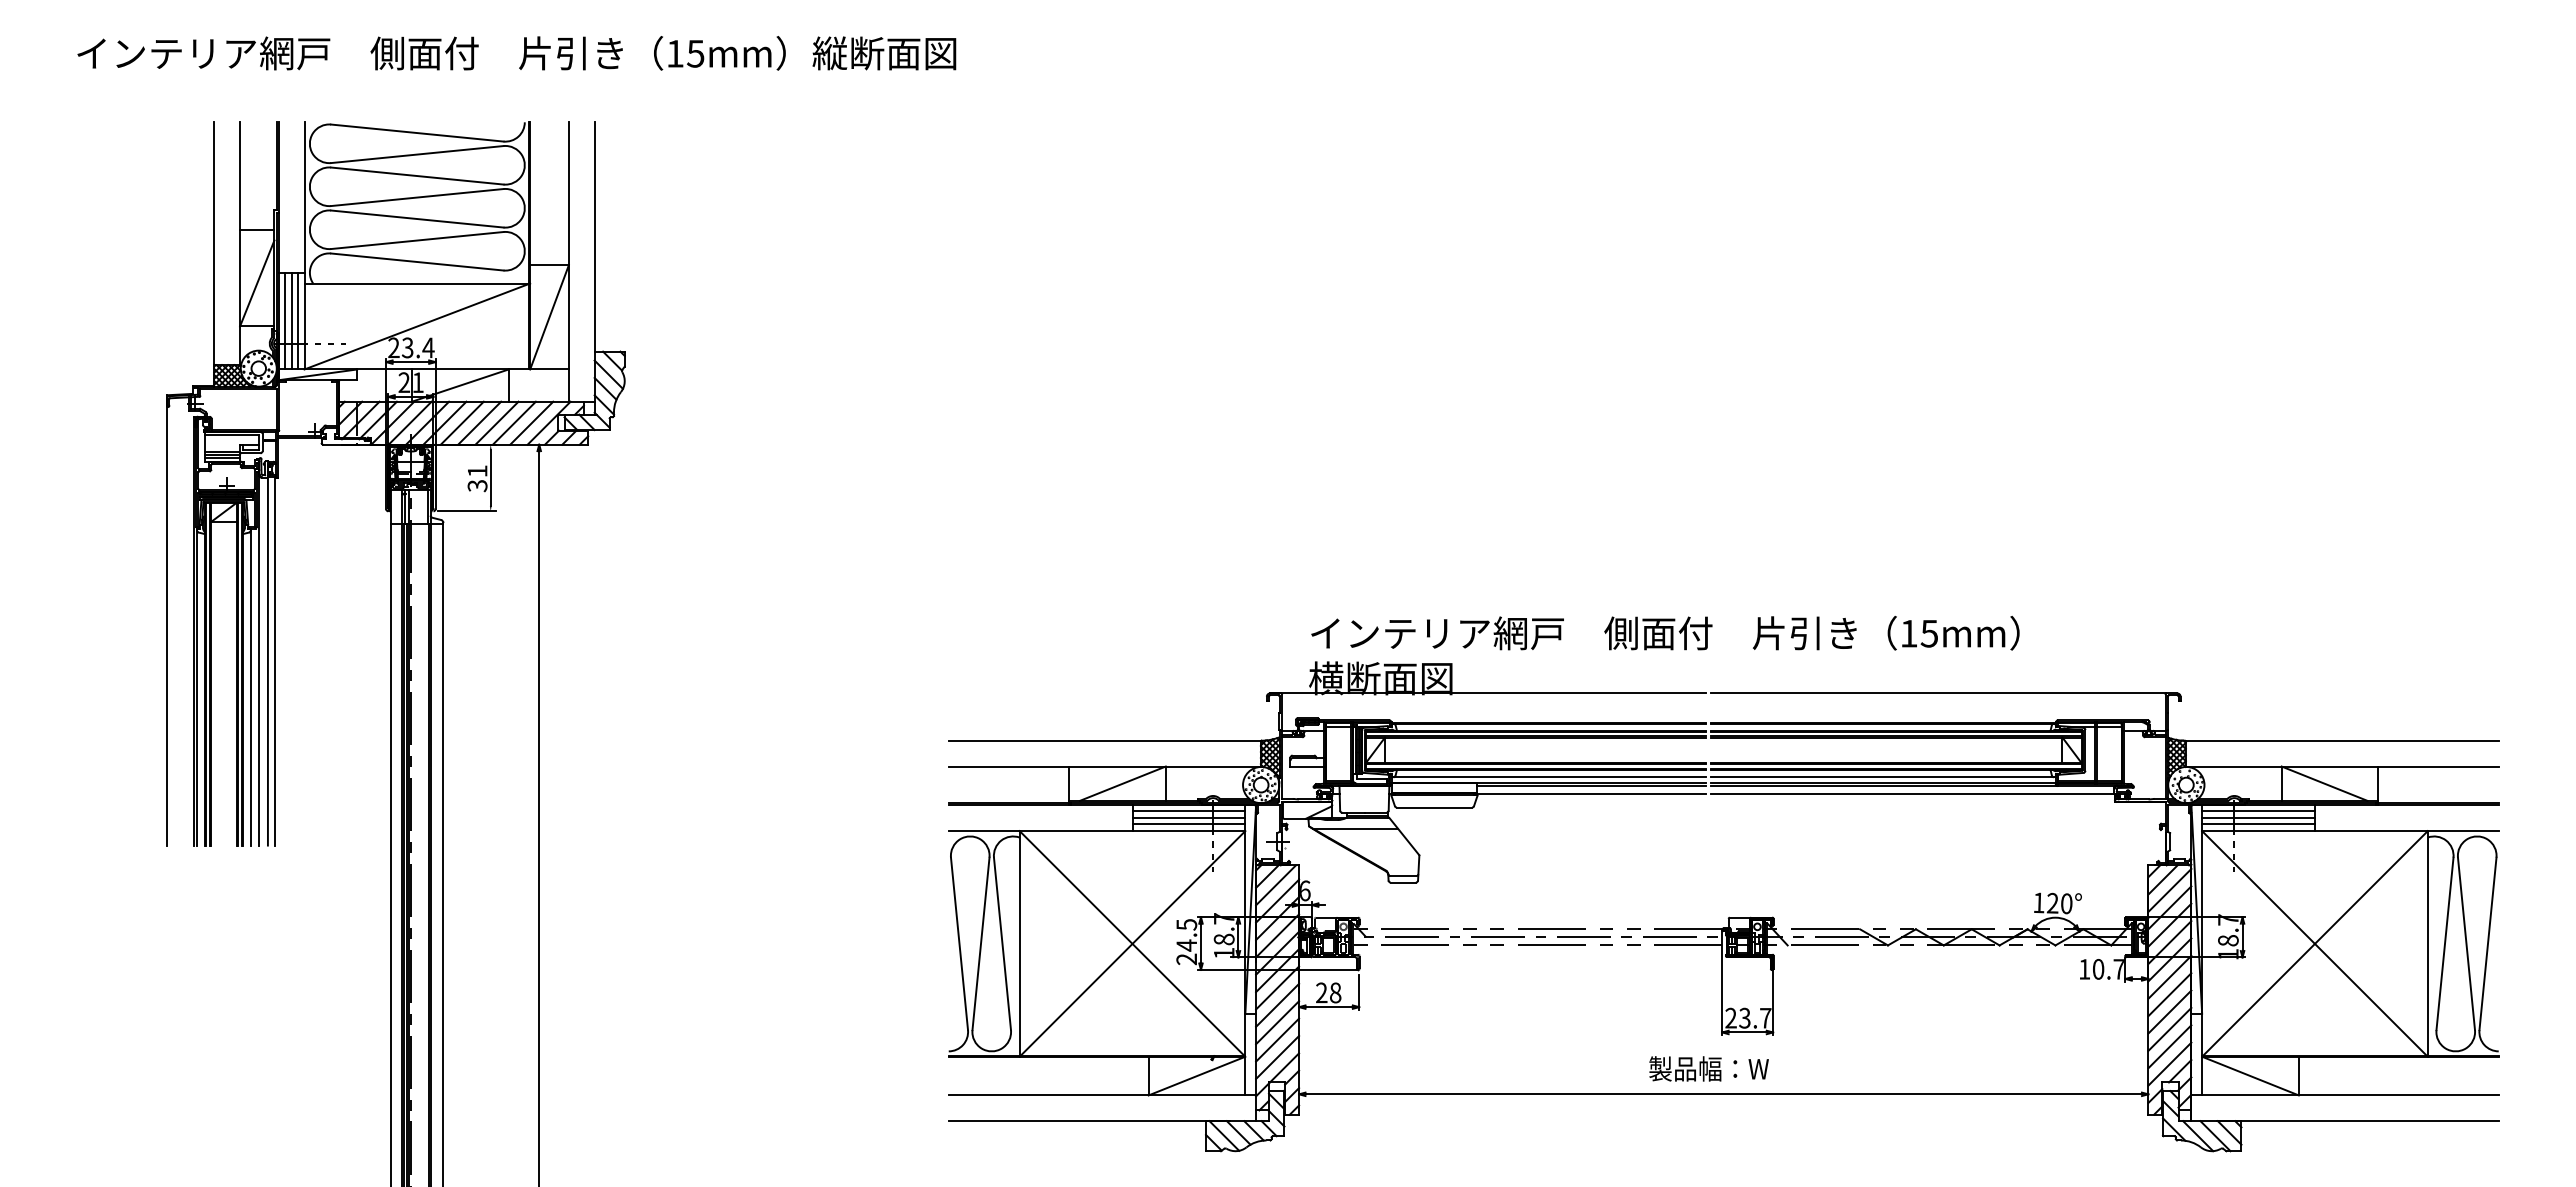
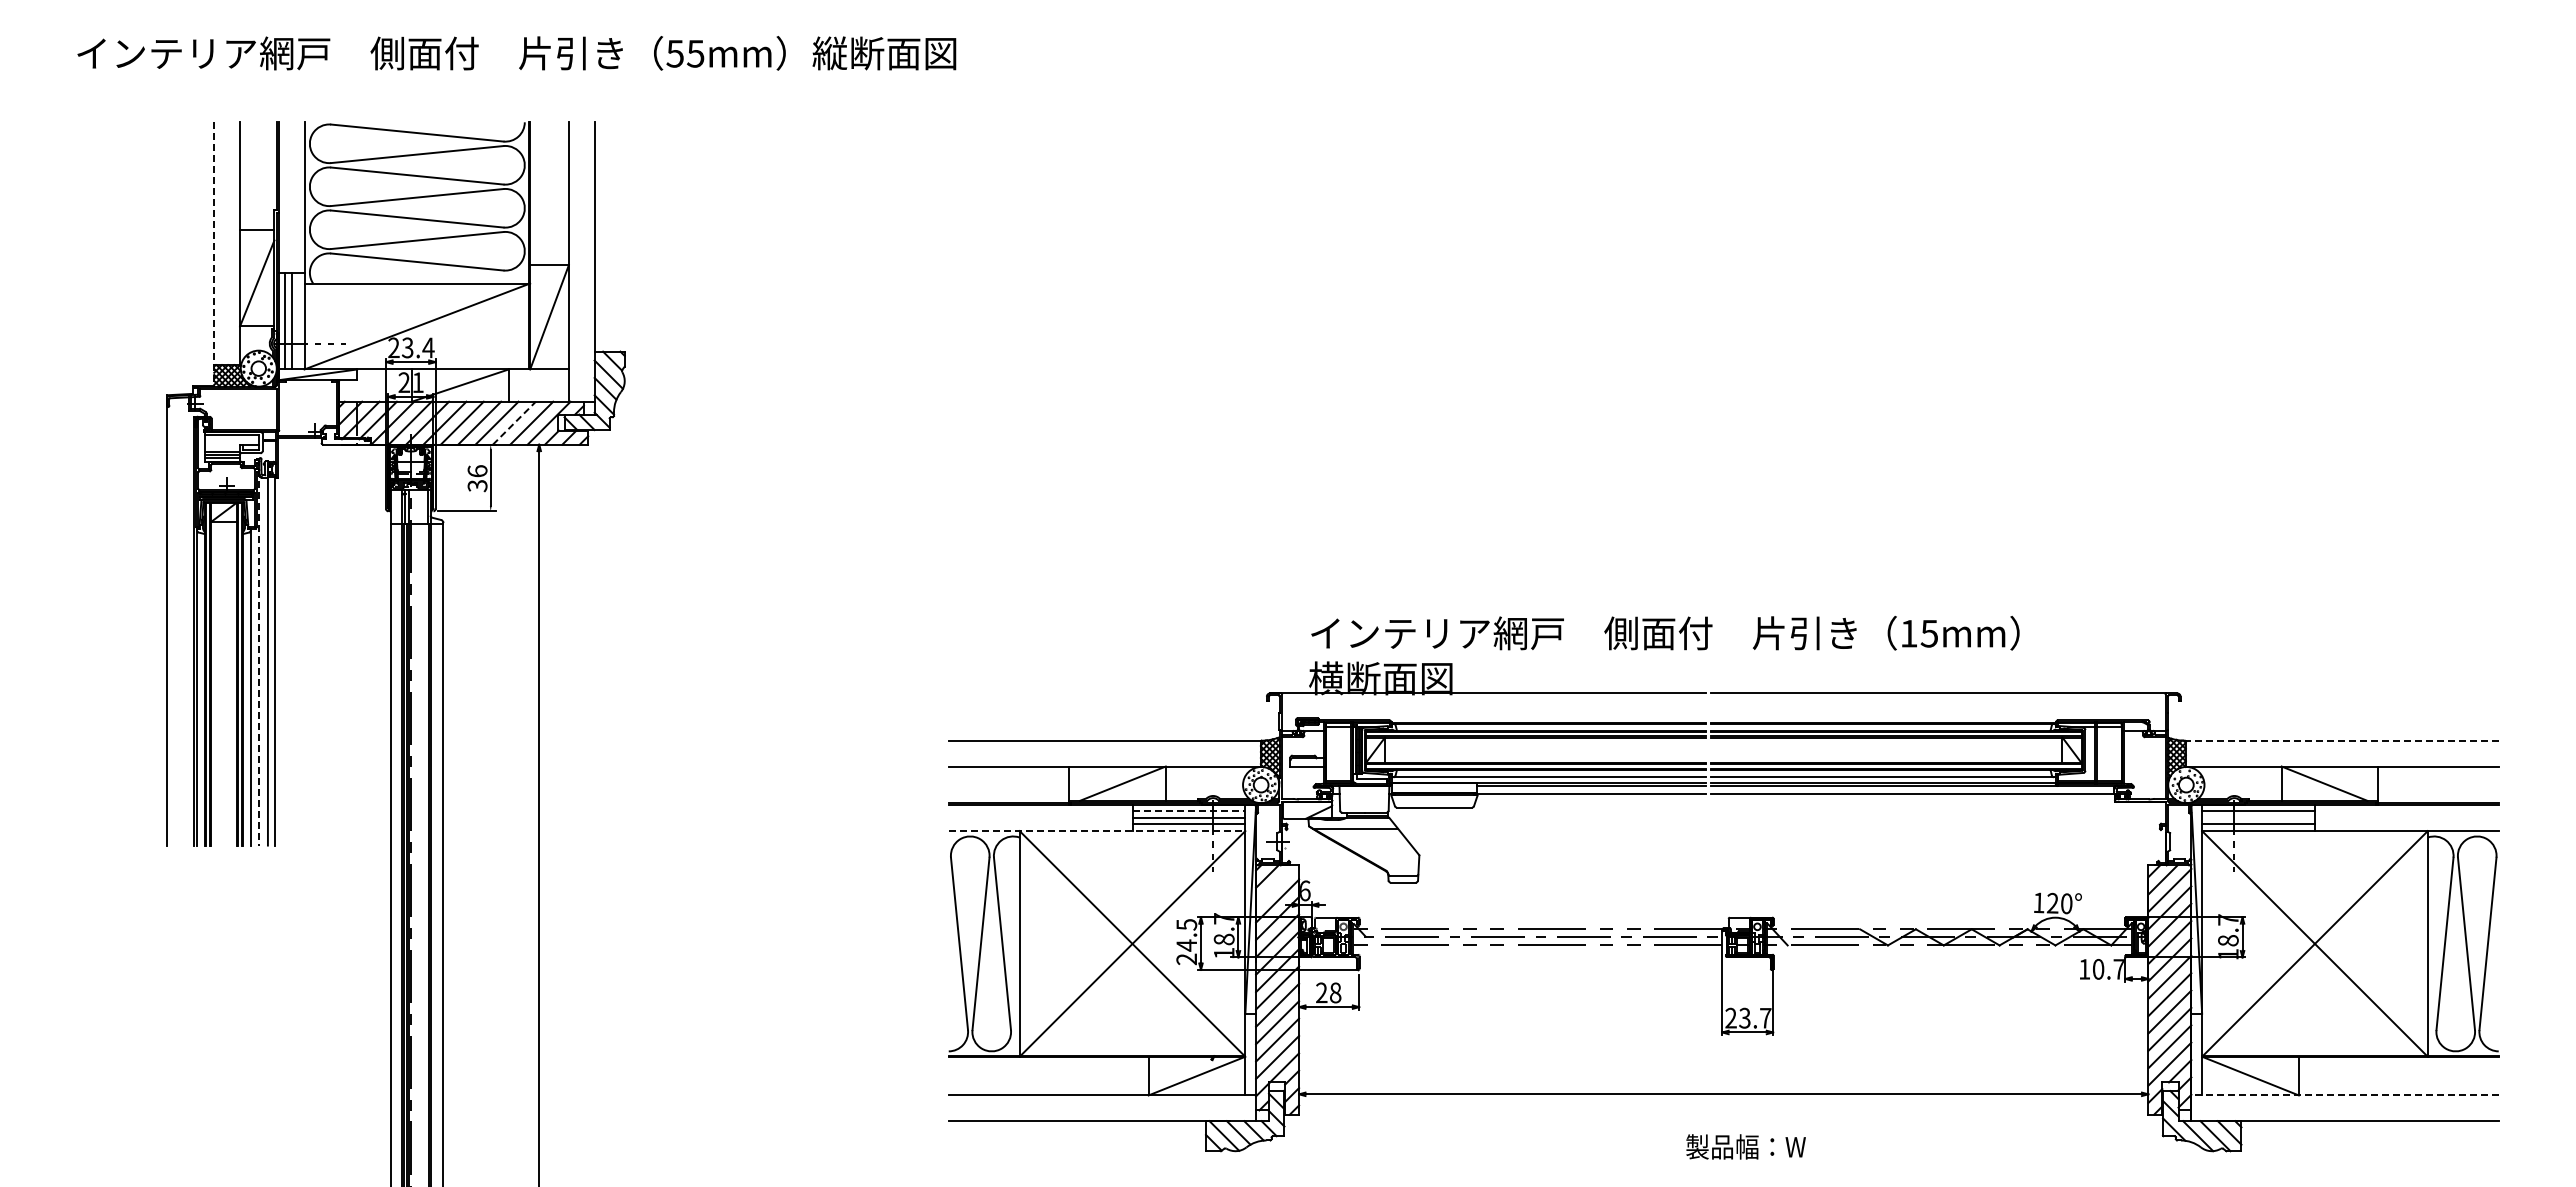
text at (674, 53): 15mm -> 55mm
line at (214, 255): solid -> dashed
line at (298, 320): present -> none
line at (514, 422): solid -> dashed
text at (477, 471): 31 -> 36
line at (259, 652): solid -> dashed
line at (2342, 740): solid -> dashed
line at (1189, 811): solid -> dashed
line at (2258, 817): present -> none
line at (1097, 831): solid -> dashed
line at (1275, 885): present -> none
text at (1708, 1068) position: (1708, 1068) -> (1745, 1146)
line at (2345, 1095): solid -> dashed
